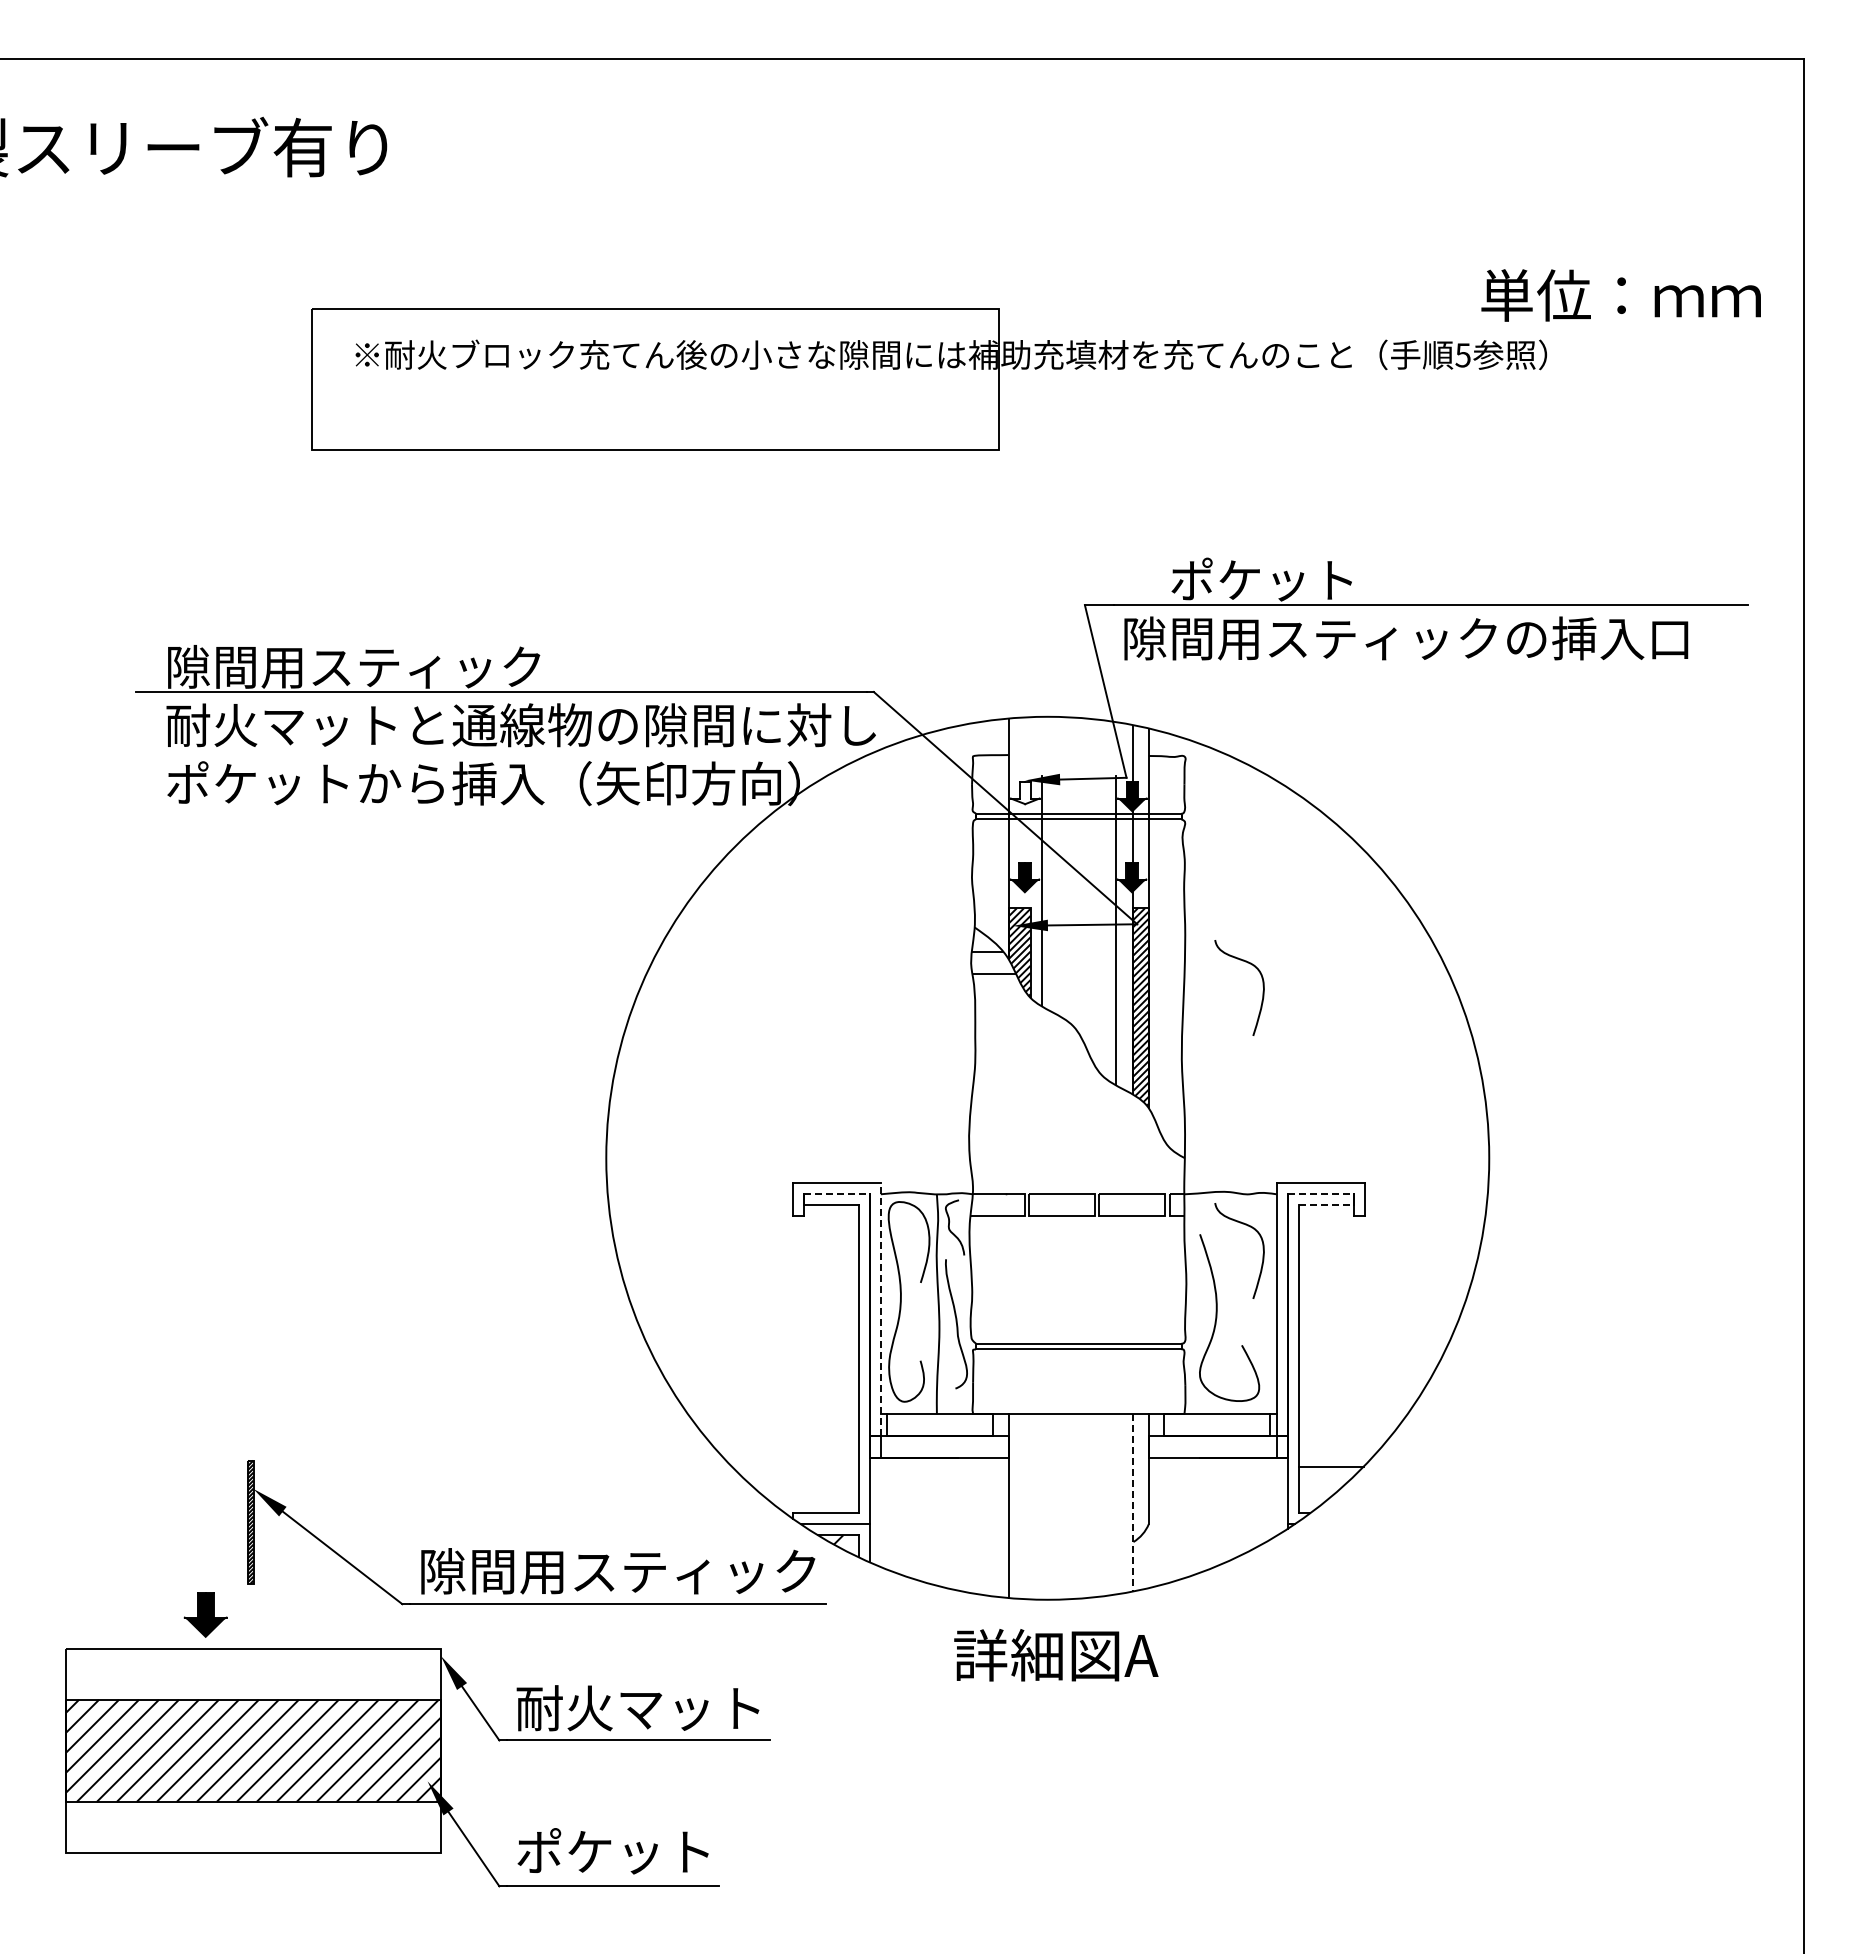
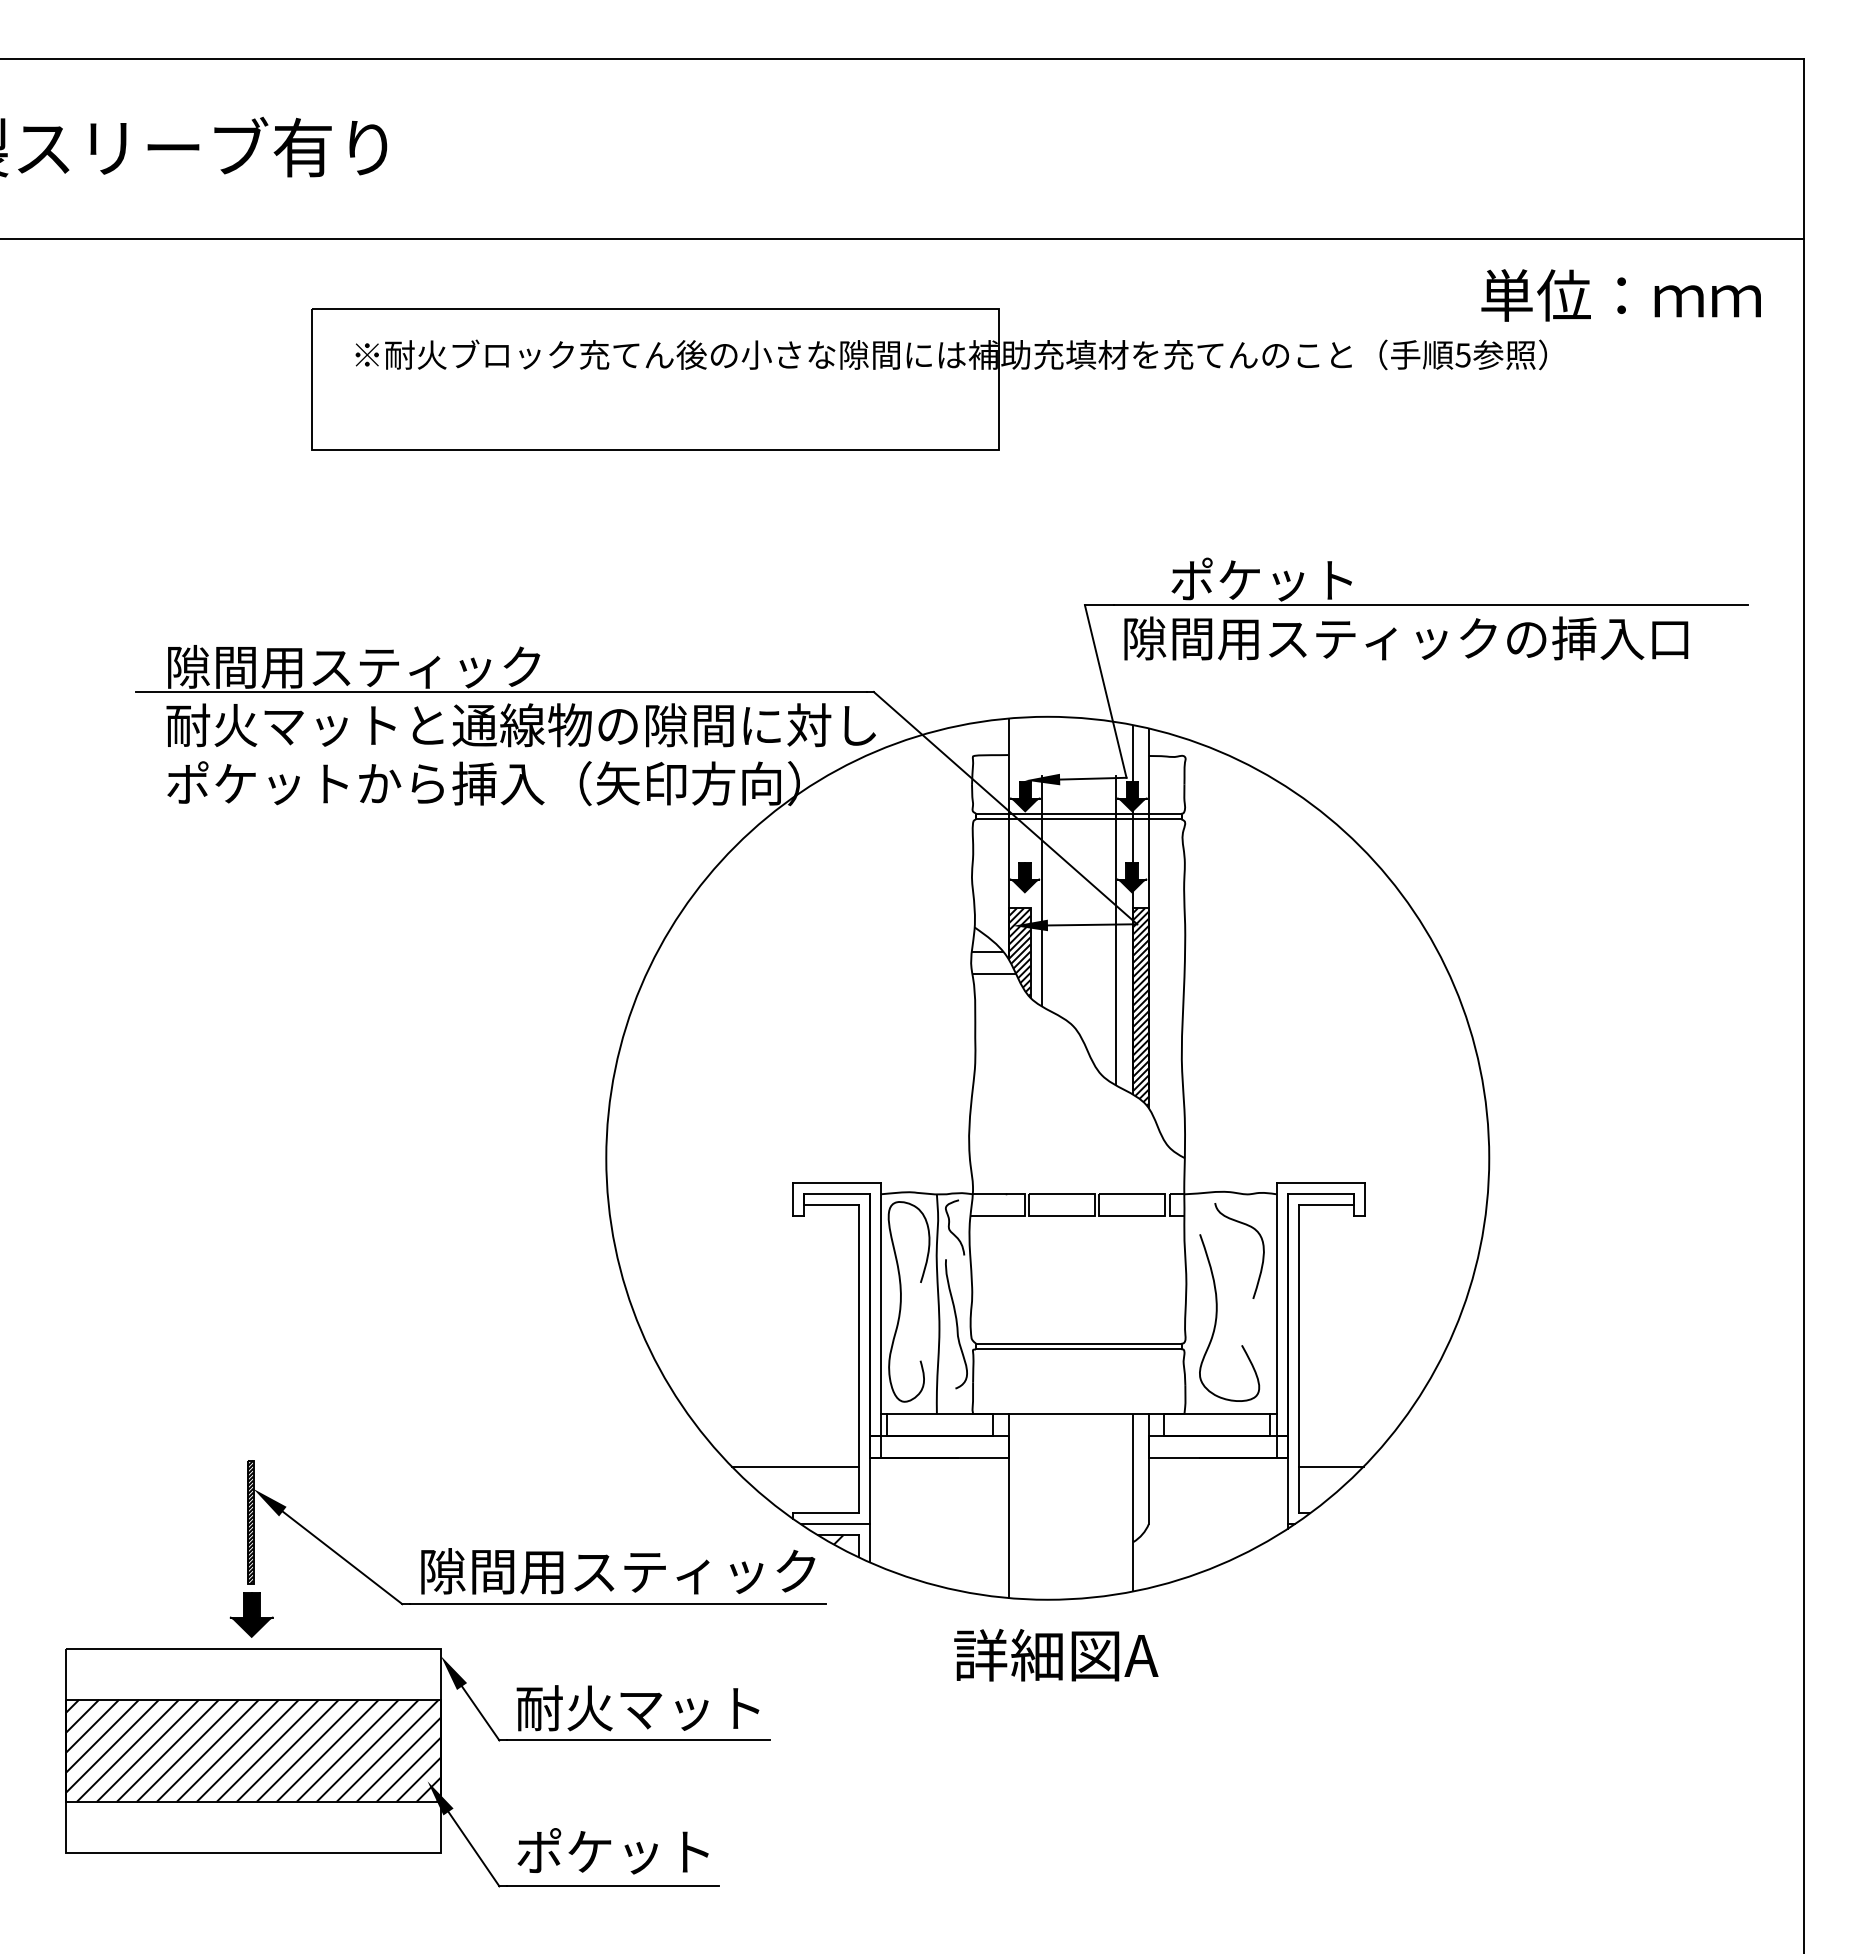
line at (903, 239): none -> present
fill at (1024, 796): none -> present
curve at (1262, 986): present -> none
line at (836, 1194): dashed -> solid
line at (1320, 1194): dashed -> solid
line at (1326, 1205): dashed -> solid
line at (880, 1309): dashed -> solid
line at (794, 1466): none -> present
line at (1133, 1502): dashed -> solid
part at (205, 1614) position: (205, 1614) -> (251, 1614)
